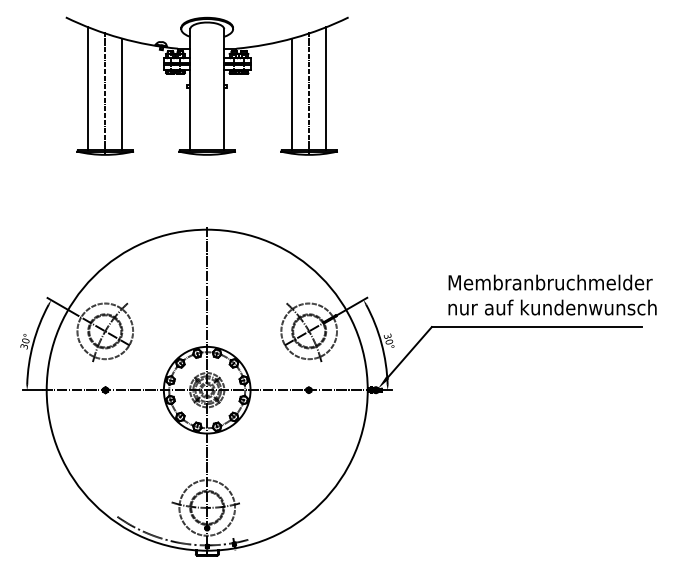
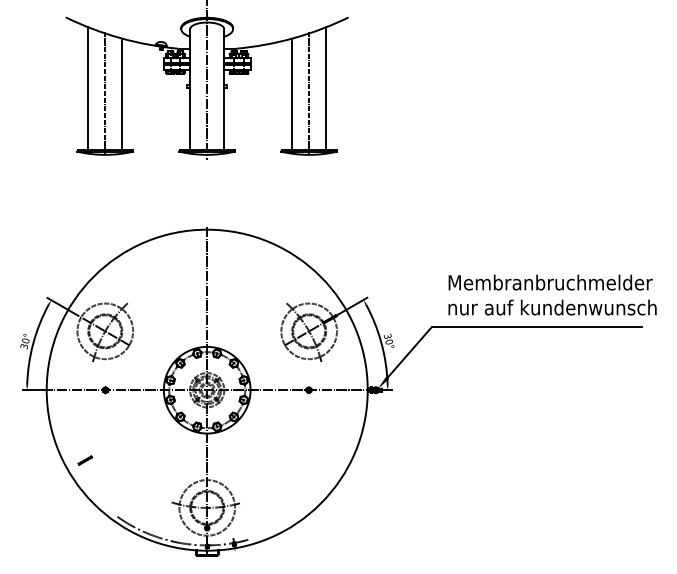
line at (207, 81): none -> present
part at (84, 460): none -> present
